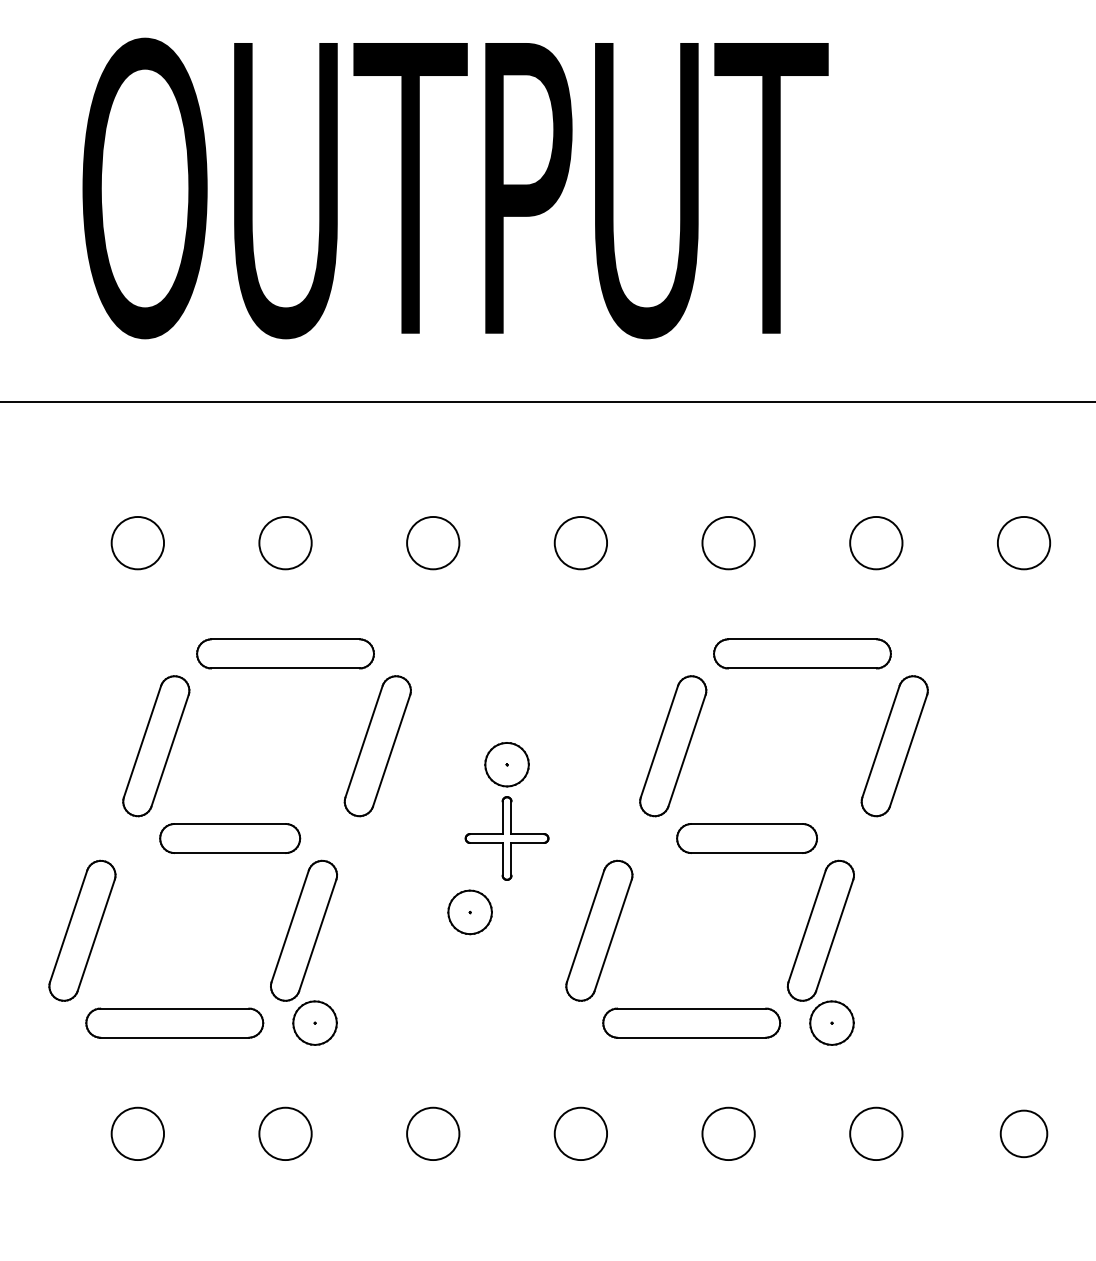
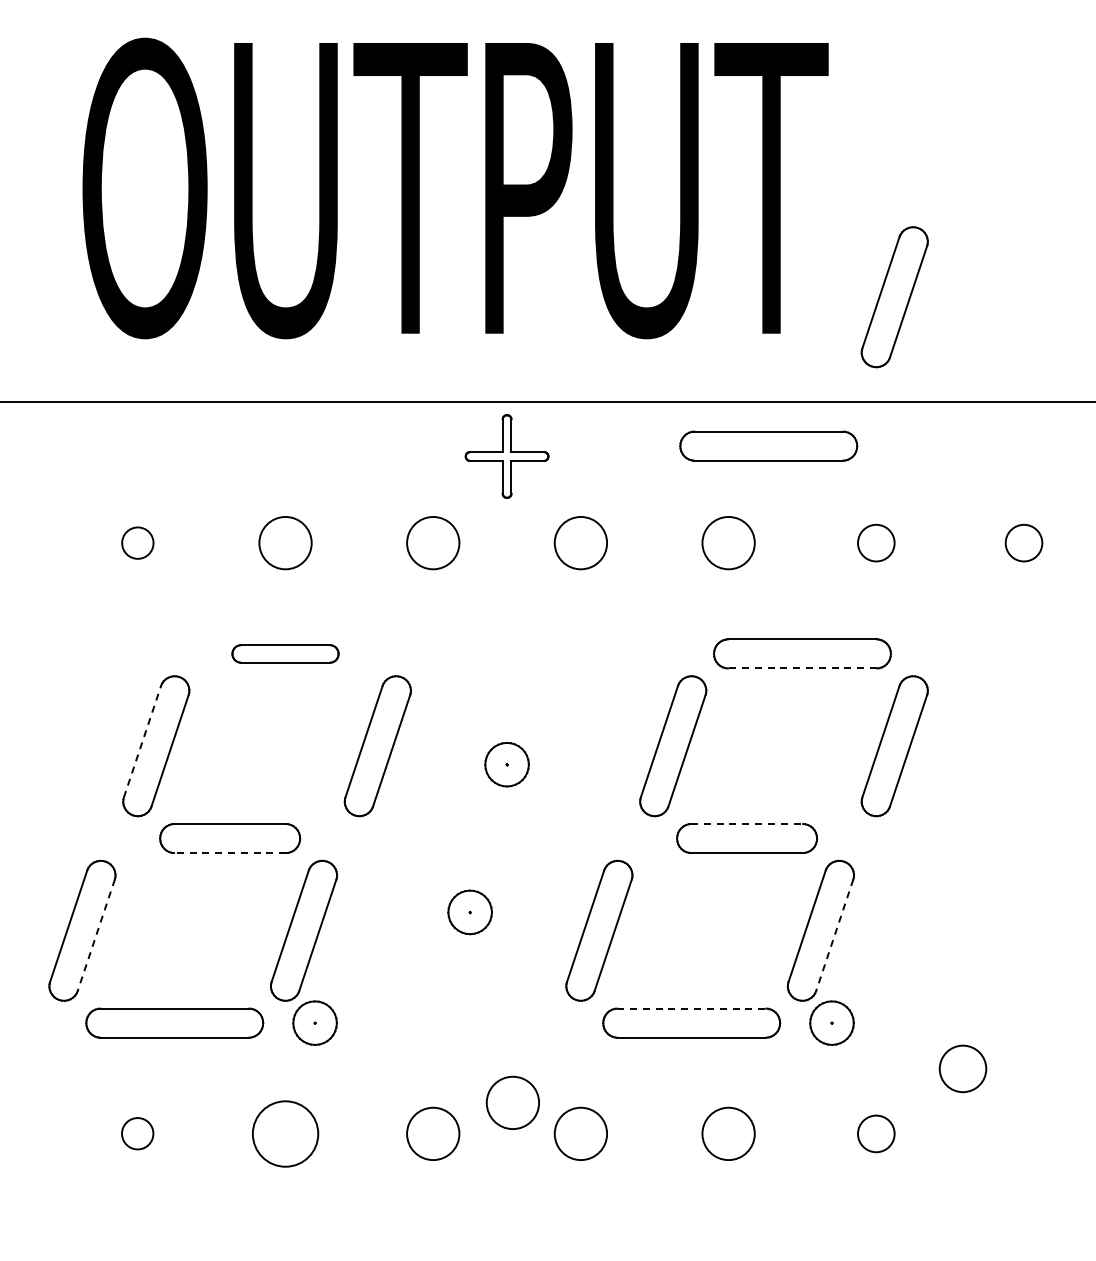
part at (894, 297): none -> present
part at (768, 445): none -> present
circle at (137, 542) diameter: 52 px -> 31 px
circle at (876, 542) diameter: 52 px -> 37 px
circle at (1023, 542) diameter: 52 px -> 37 px
part at (285, 653) size: 179x32 px -> 109x20 px
line at (802, 668): solid -> dashed
line at (142, 741): solid -> dashed
line at (747, 824): solid -> dashed
part at (506, 838) position: (506, 838) -> (506, 456)
line at (229, 853): solid -> dashed
line at (96, 935): solid -> dashed
line at (834, 935): solid -> dashed
line at (691, 1008): solid -> dashed
circle at (512, 1102): none -> present
circle at (137, 1133) size: 55x55 px -> 34x34 px
circle at (285, 1133) size: 55x55 px -> 68x68 px
circle at (876, 1133) diameter: 52 px -> 37 px
circle at (1023, 1133) position: (1023, 1133) -> (962, 1068)
